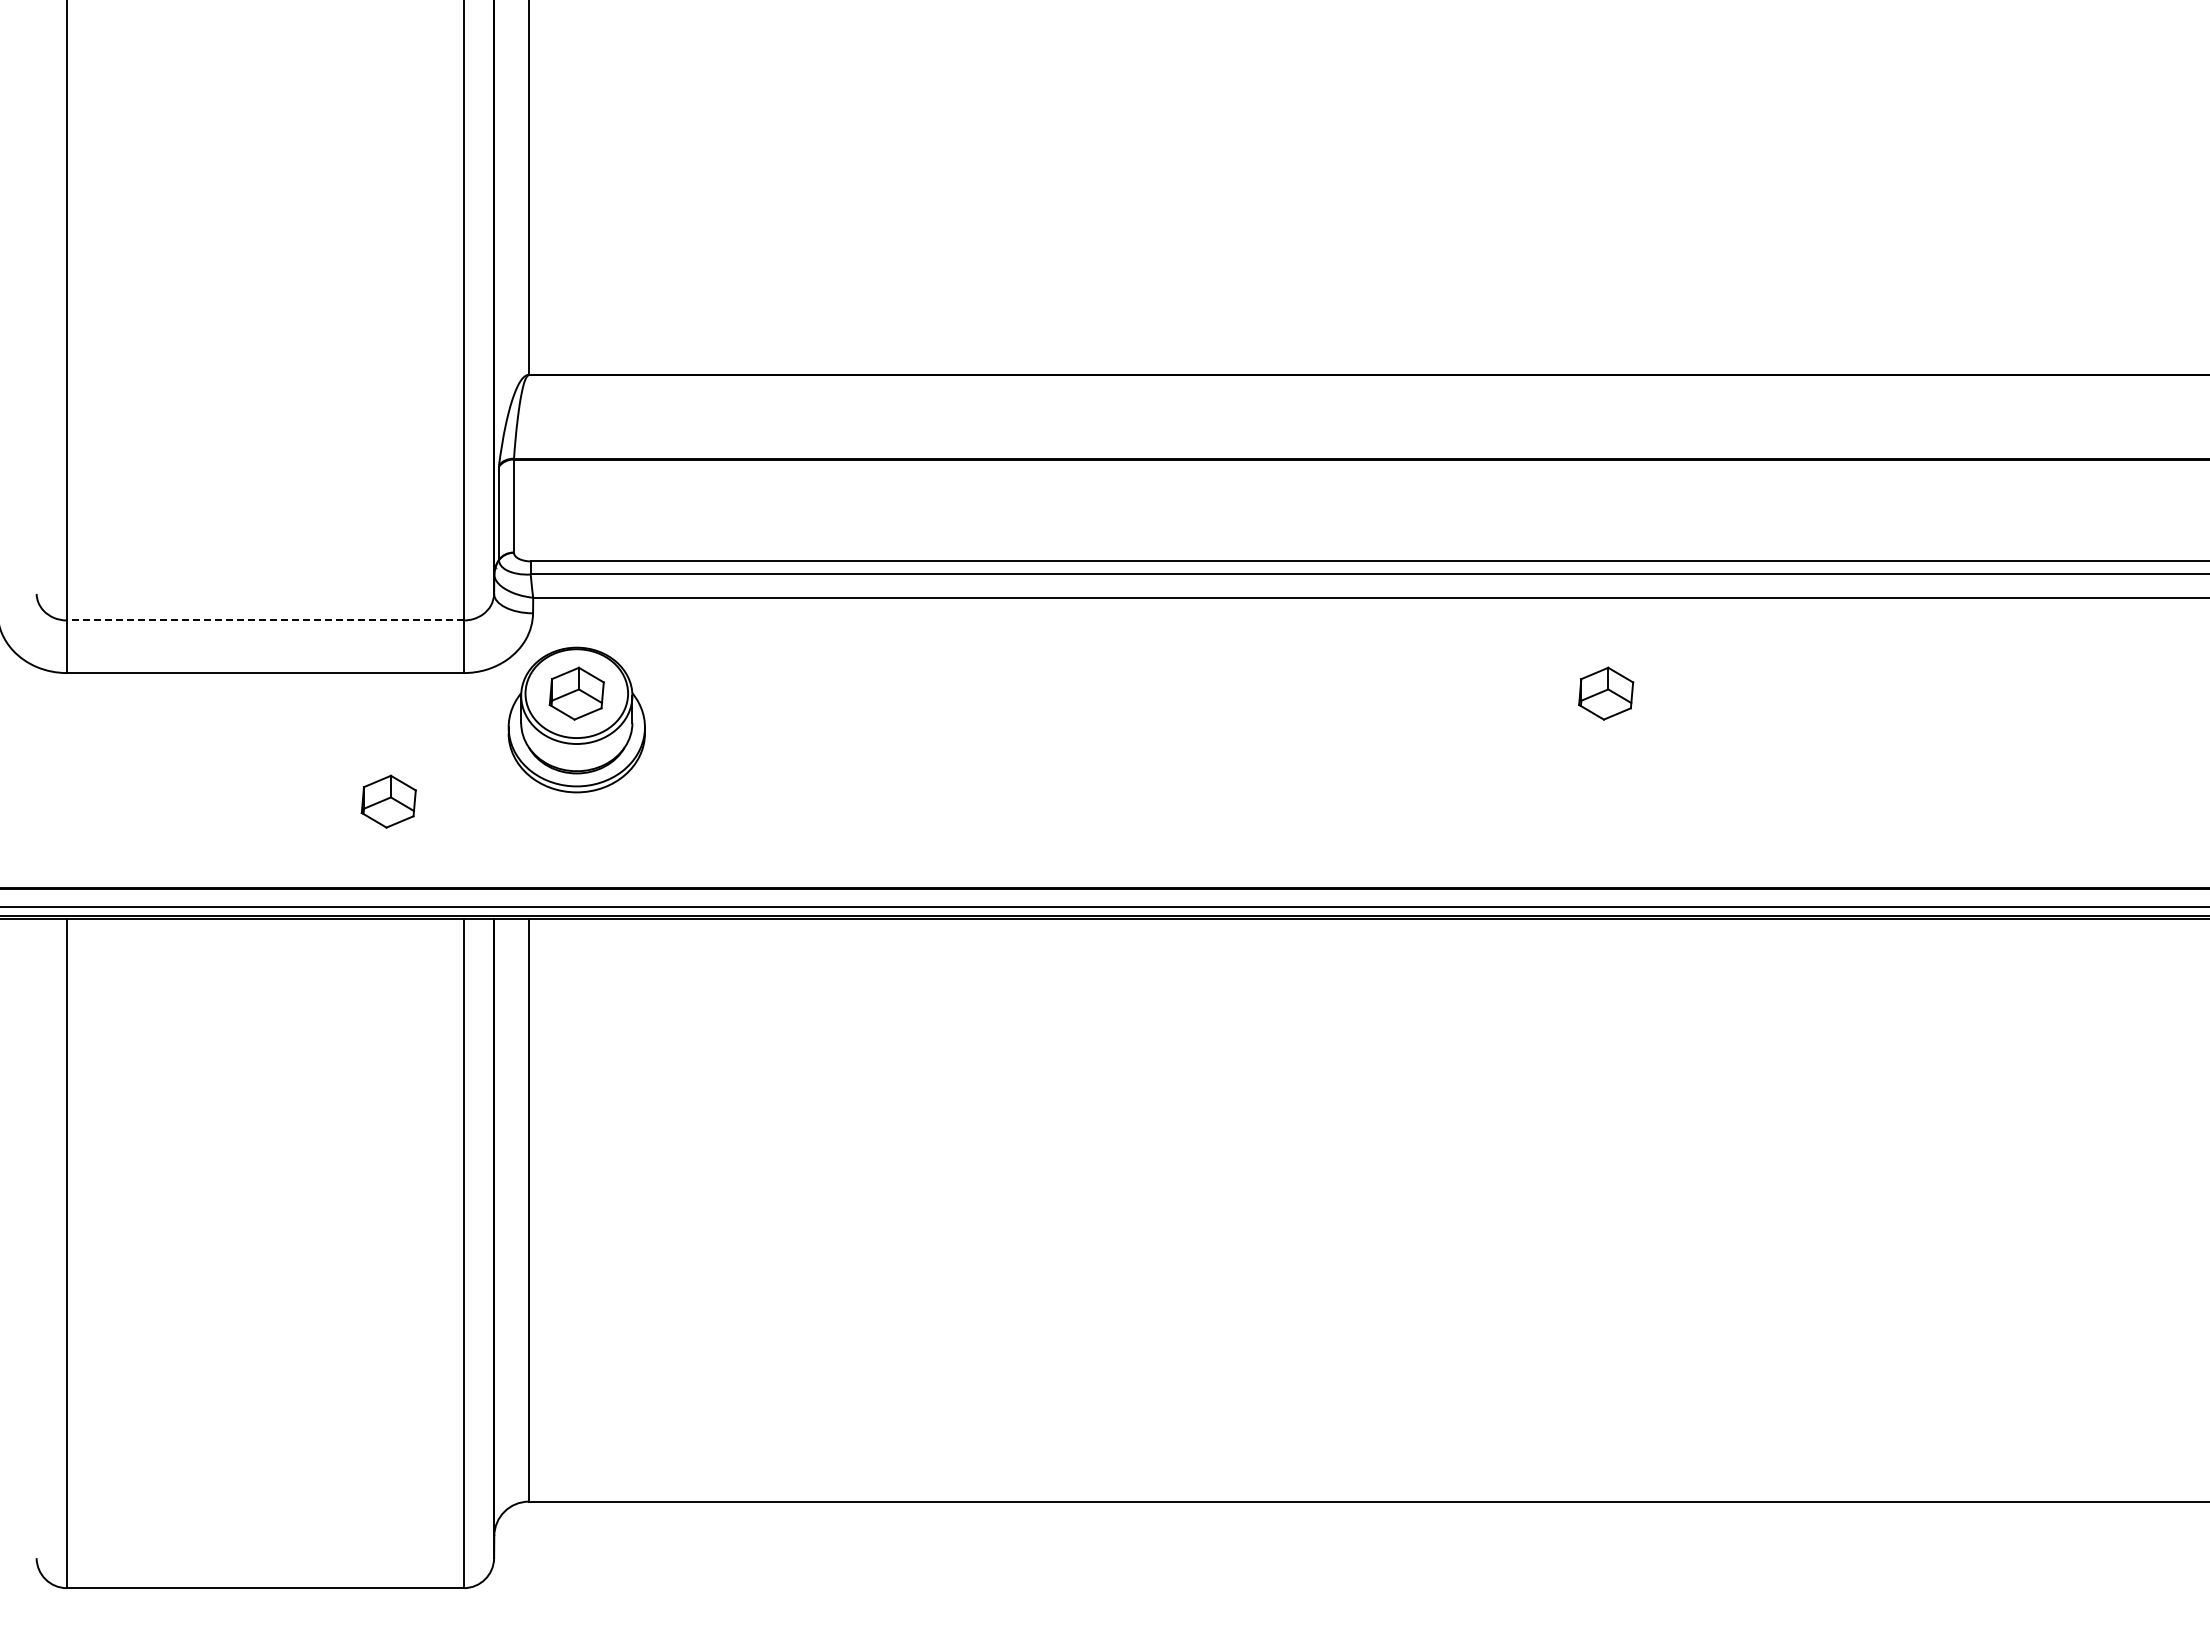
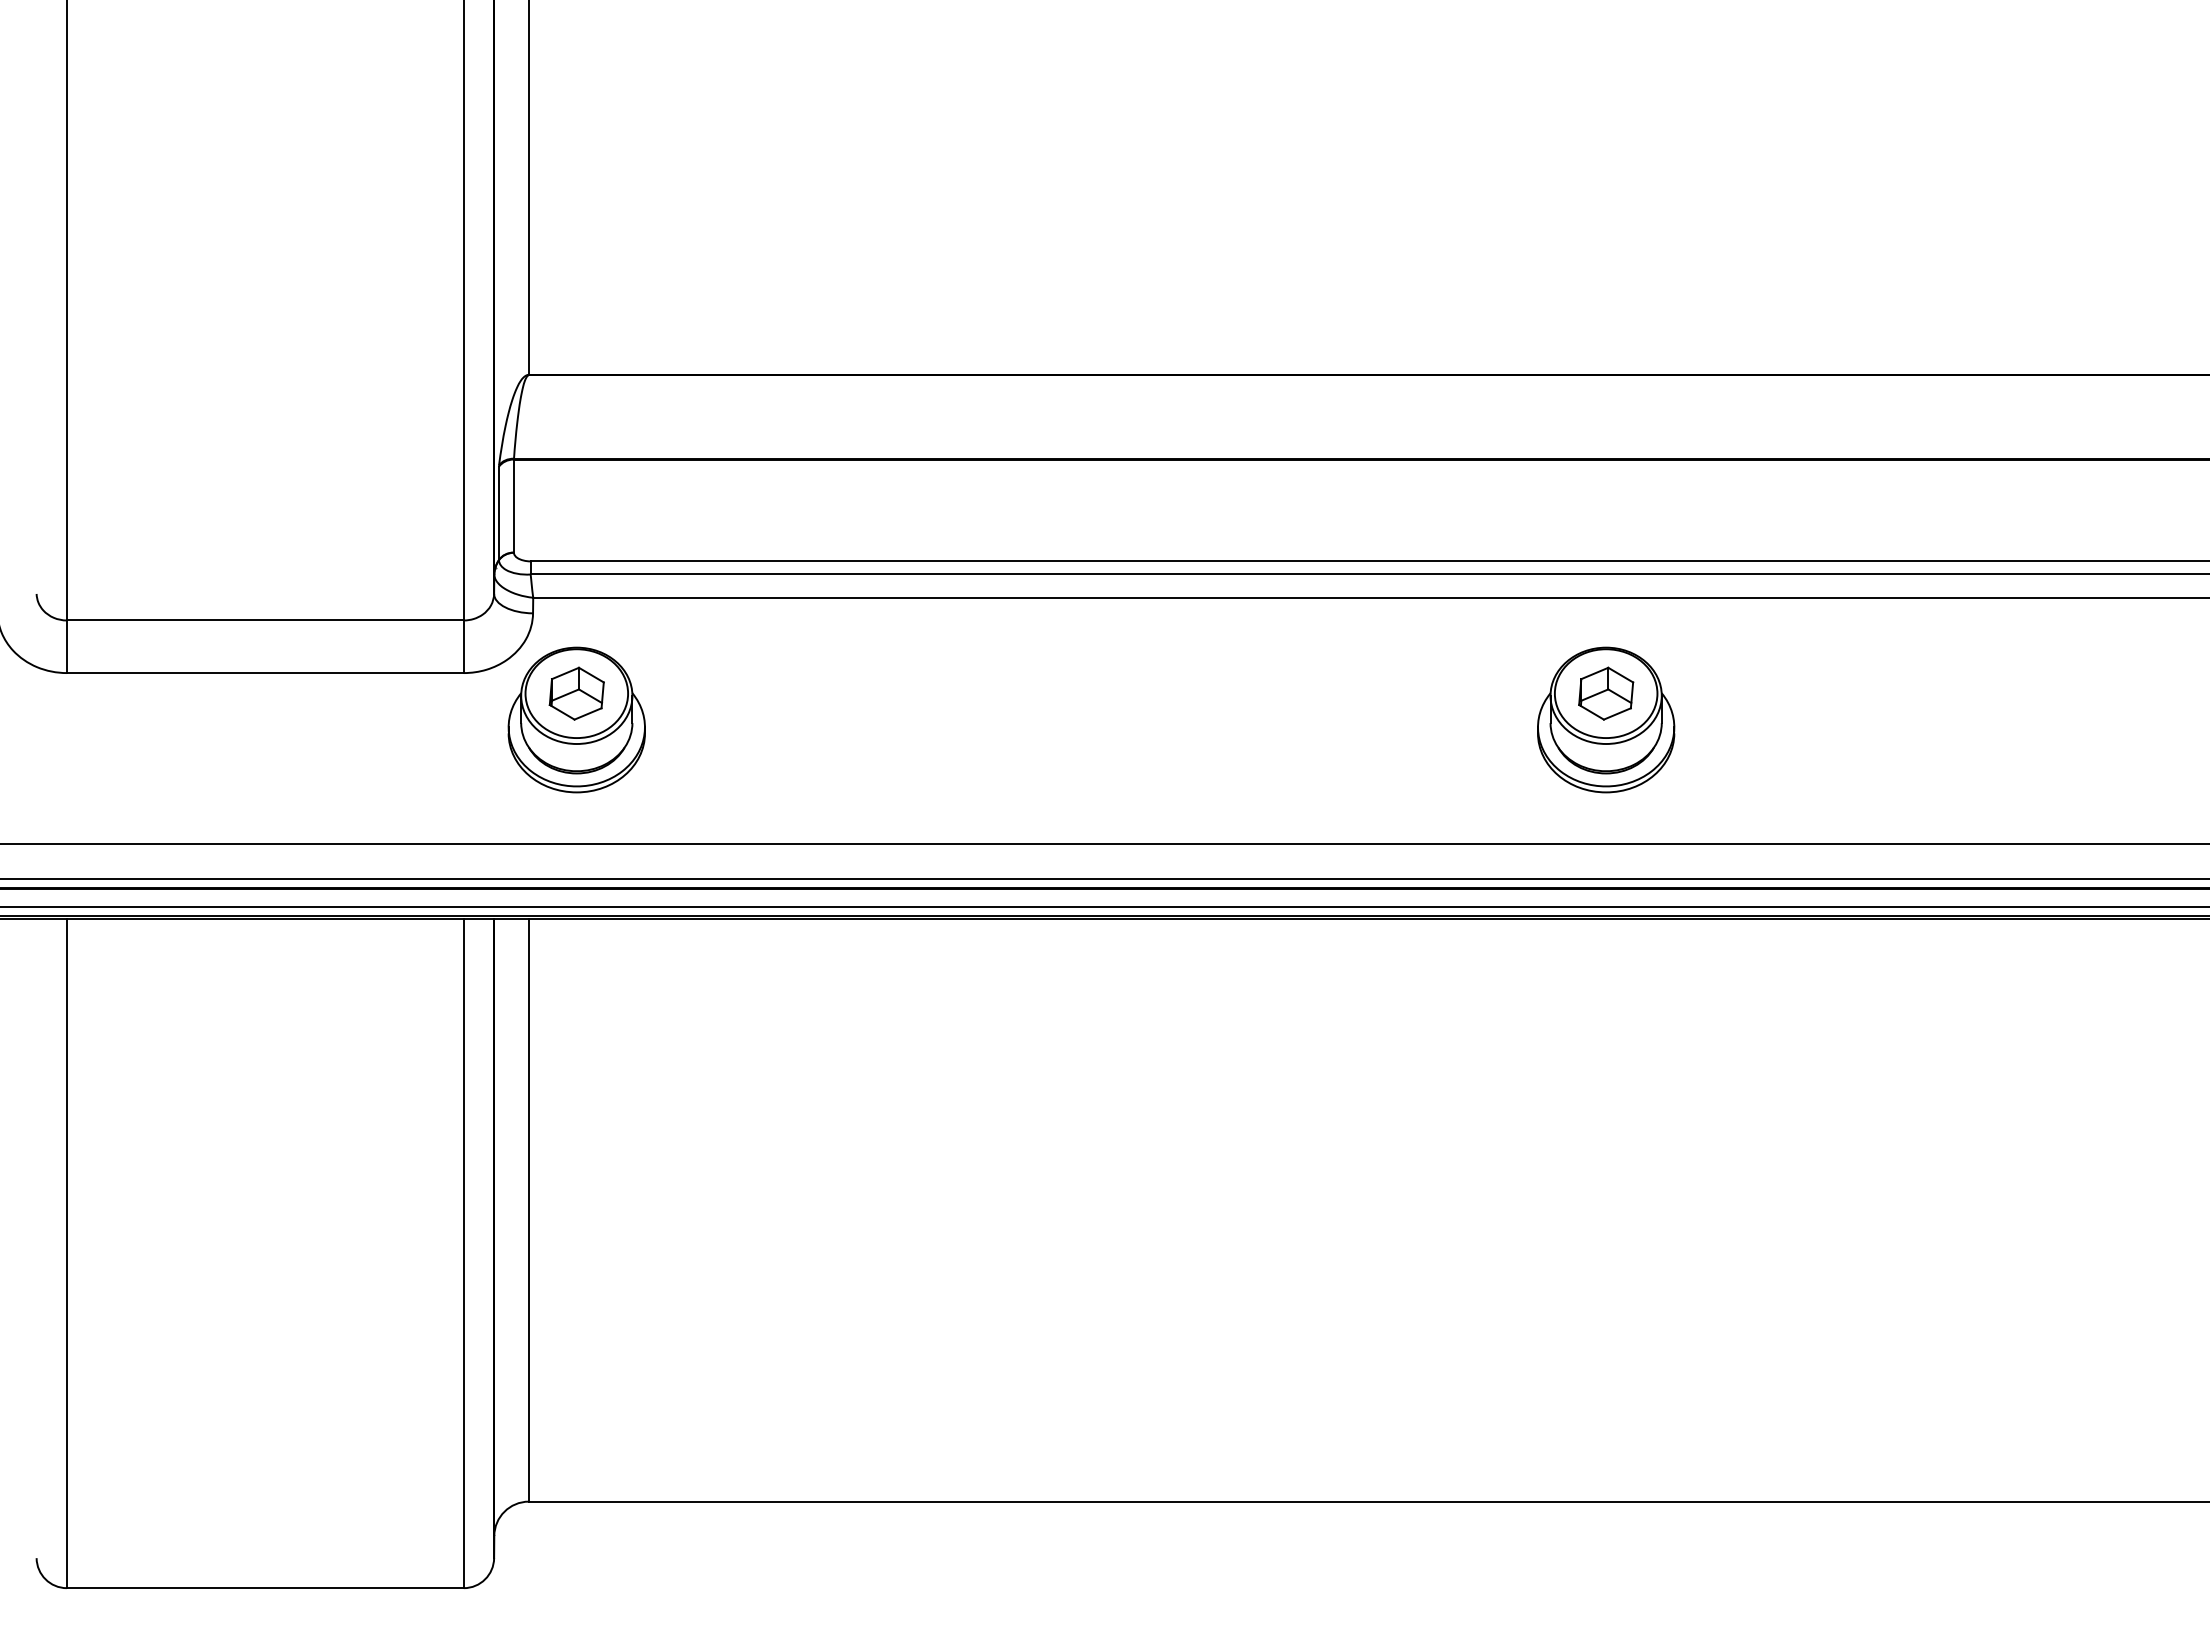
line at (264, 620): dashed -> solid
part at (1606, 719): none -> present
part at (388, 801): present -> none
line at (1104, 843): none -> present
line at (1104, 878): none -> present
